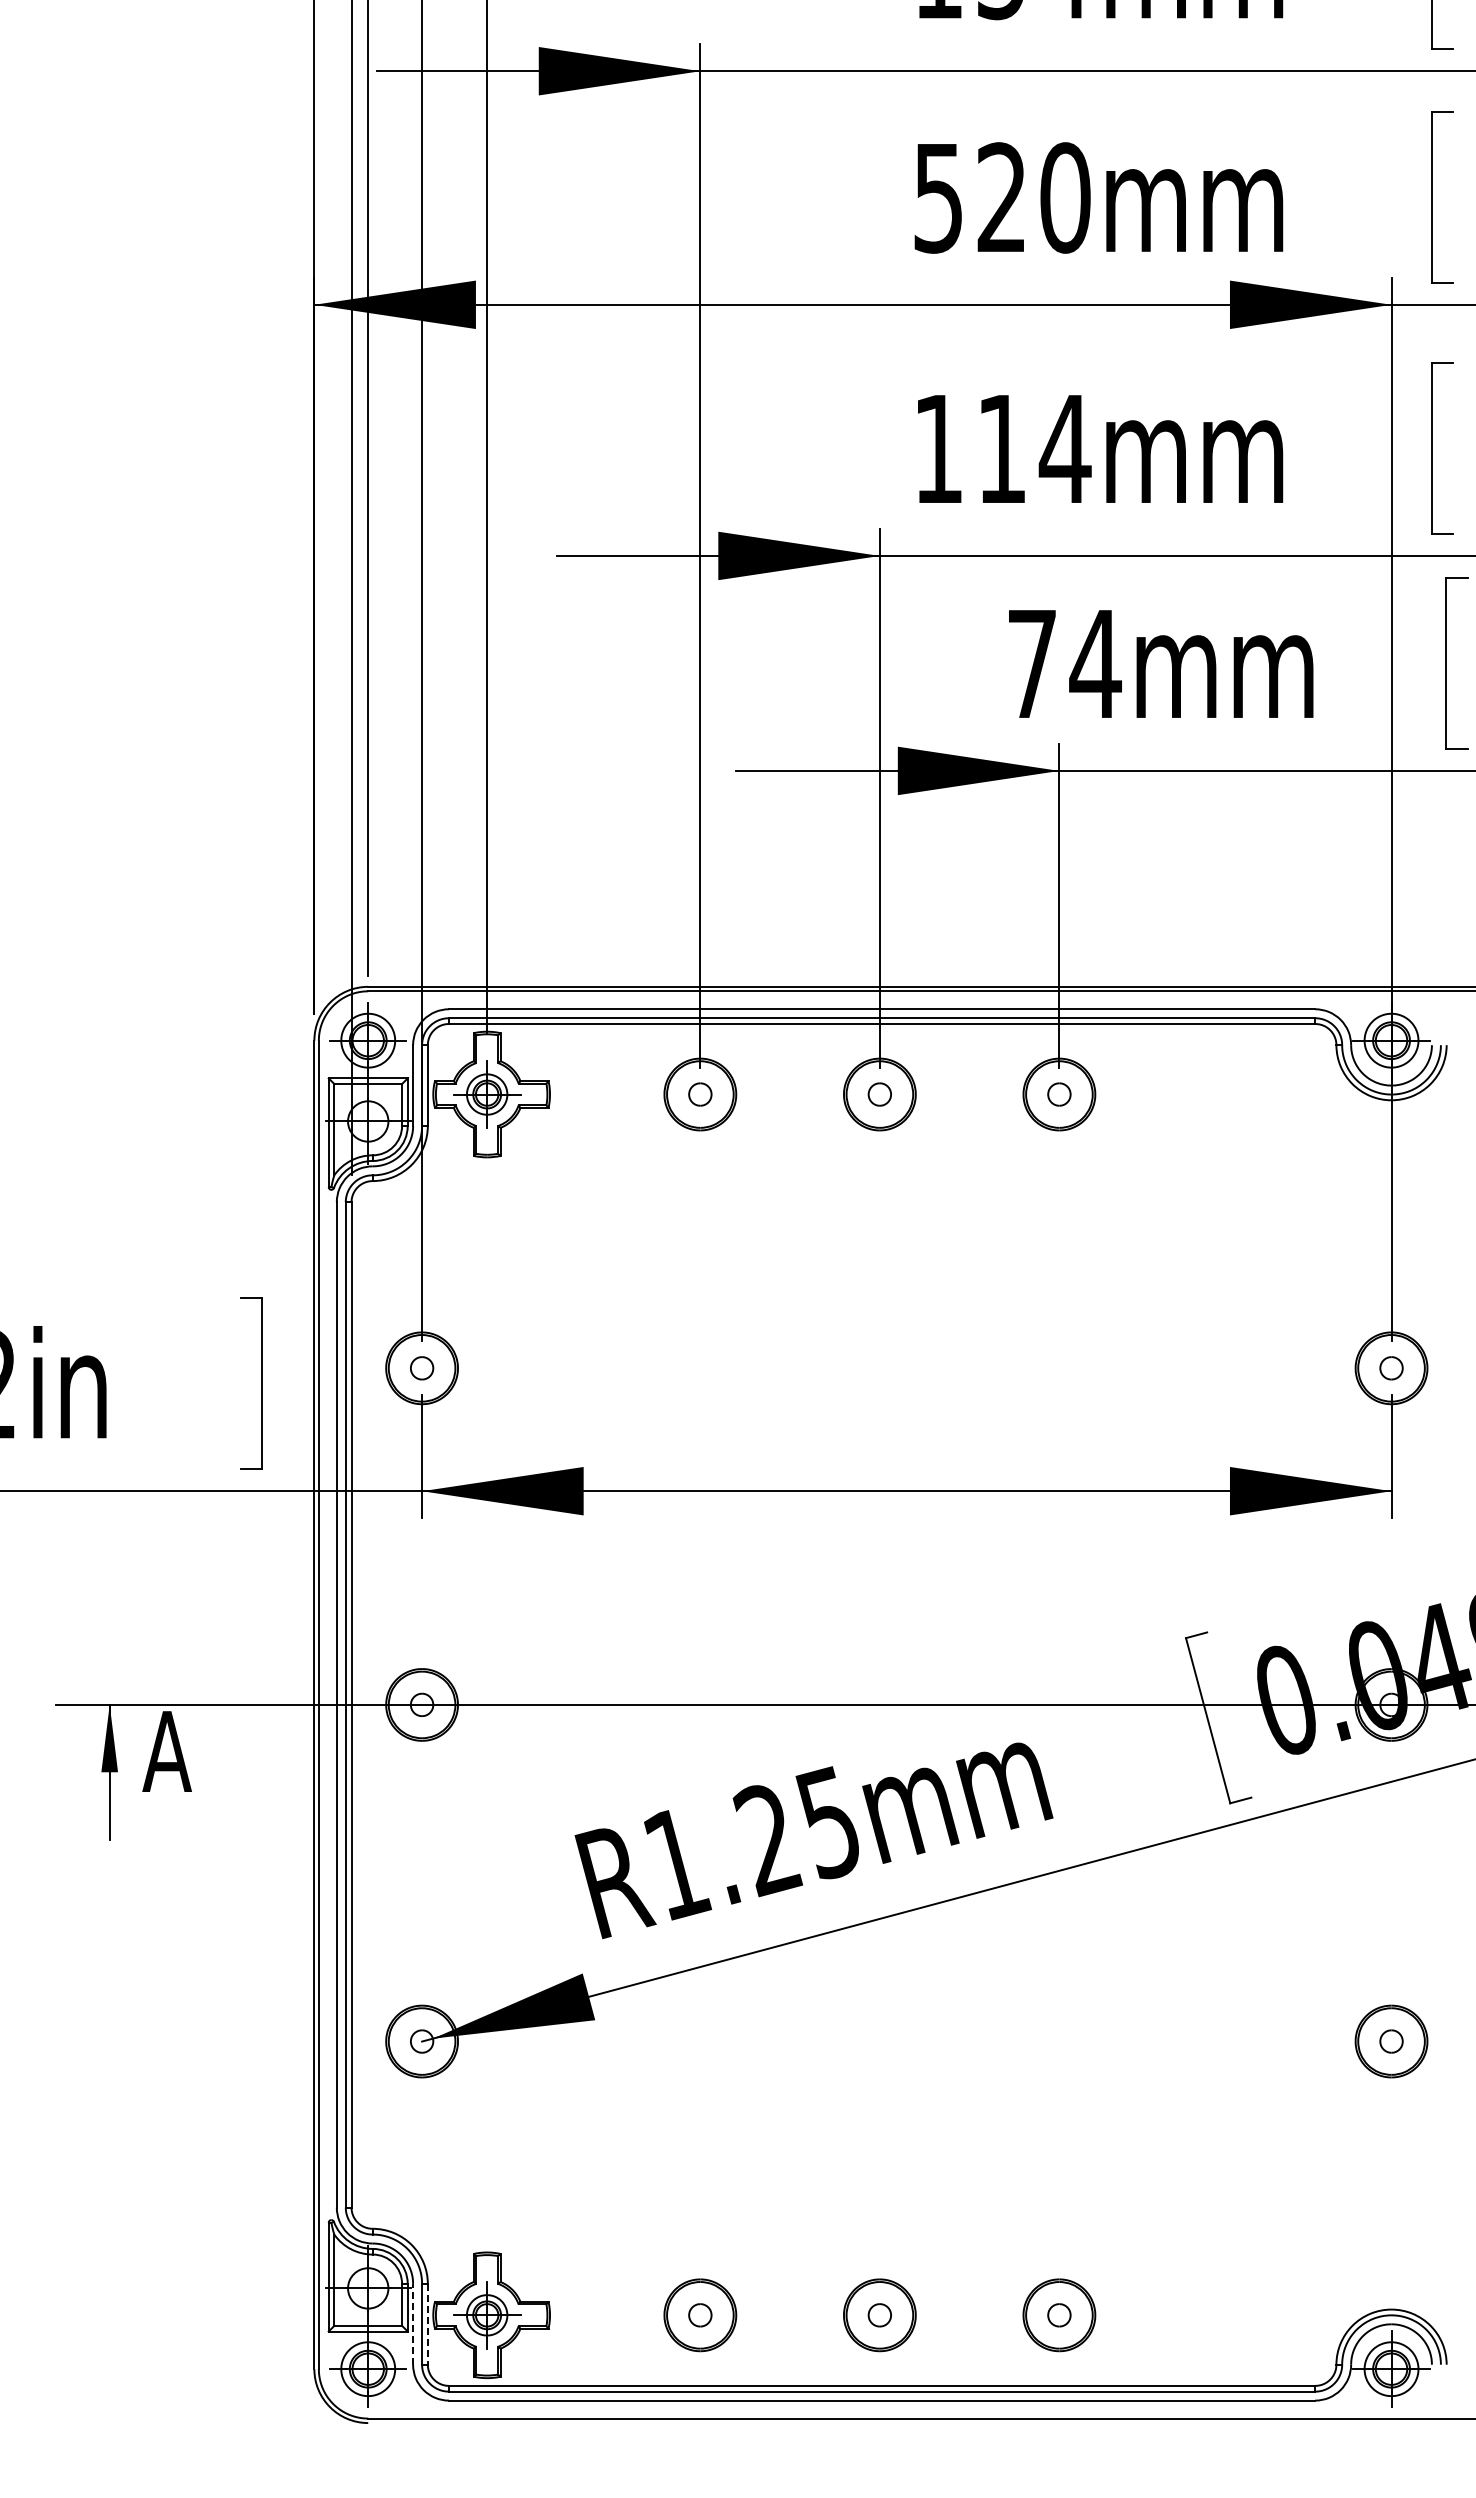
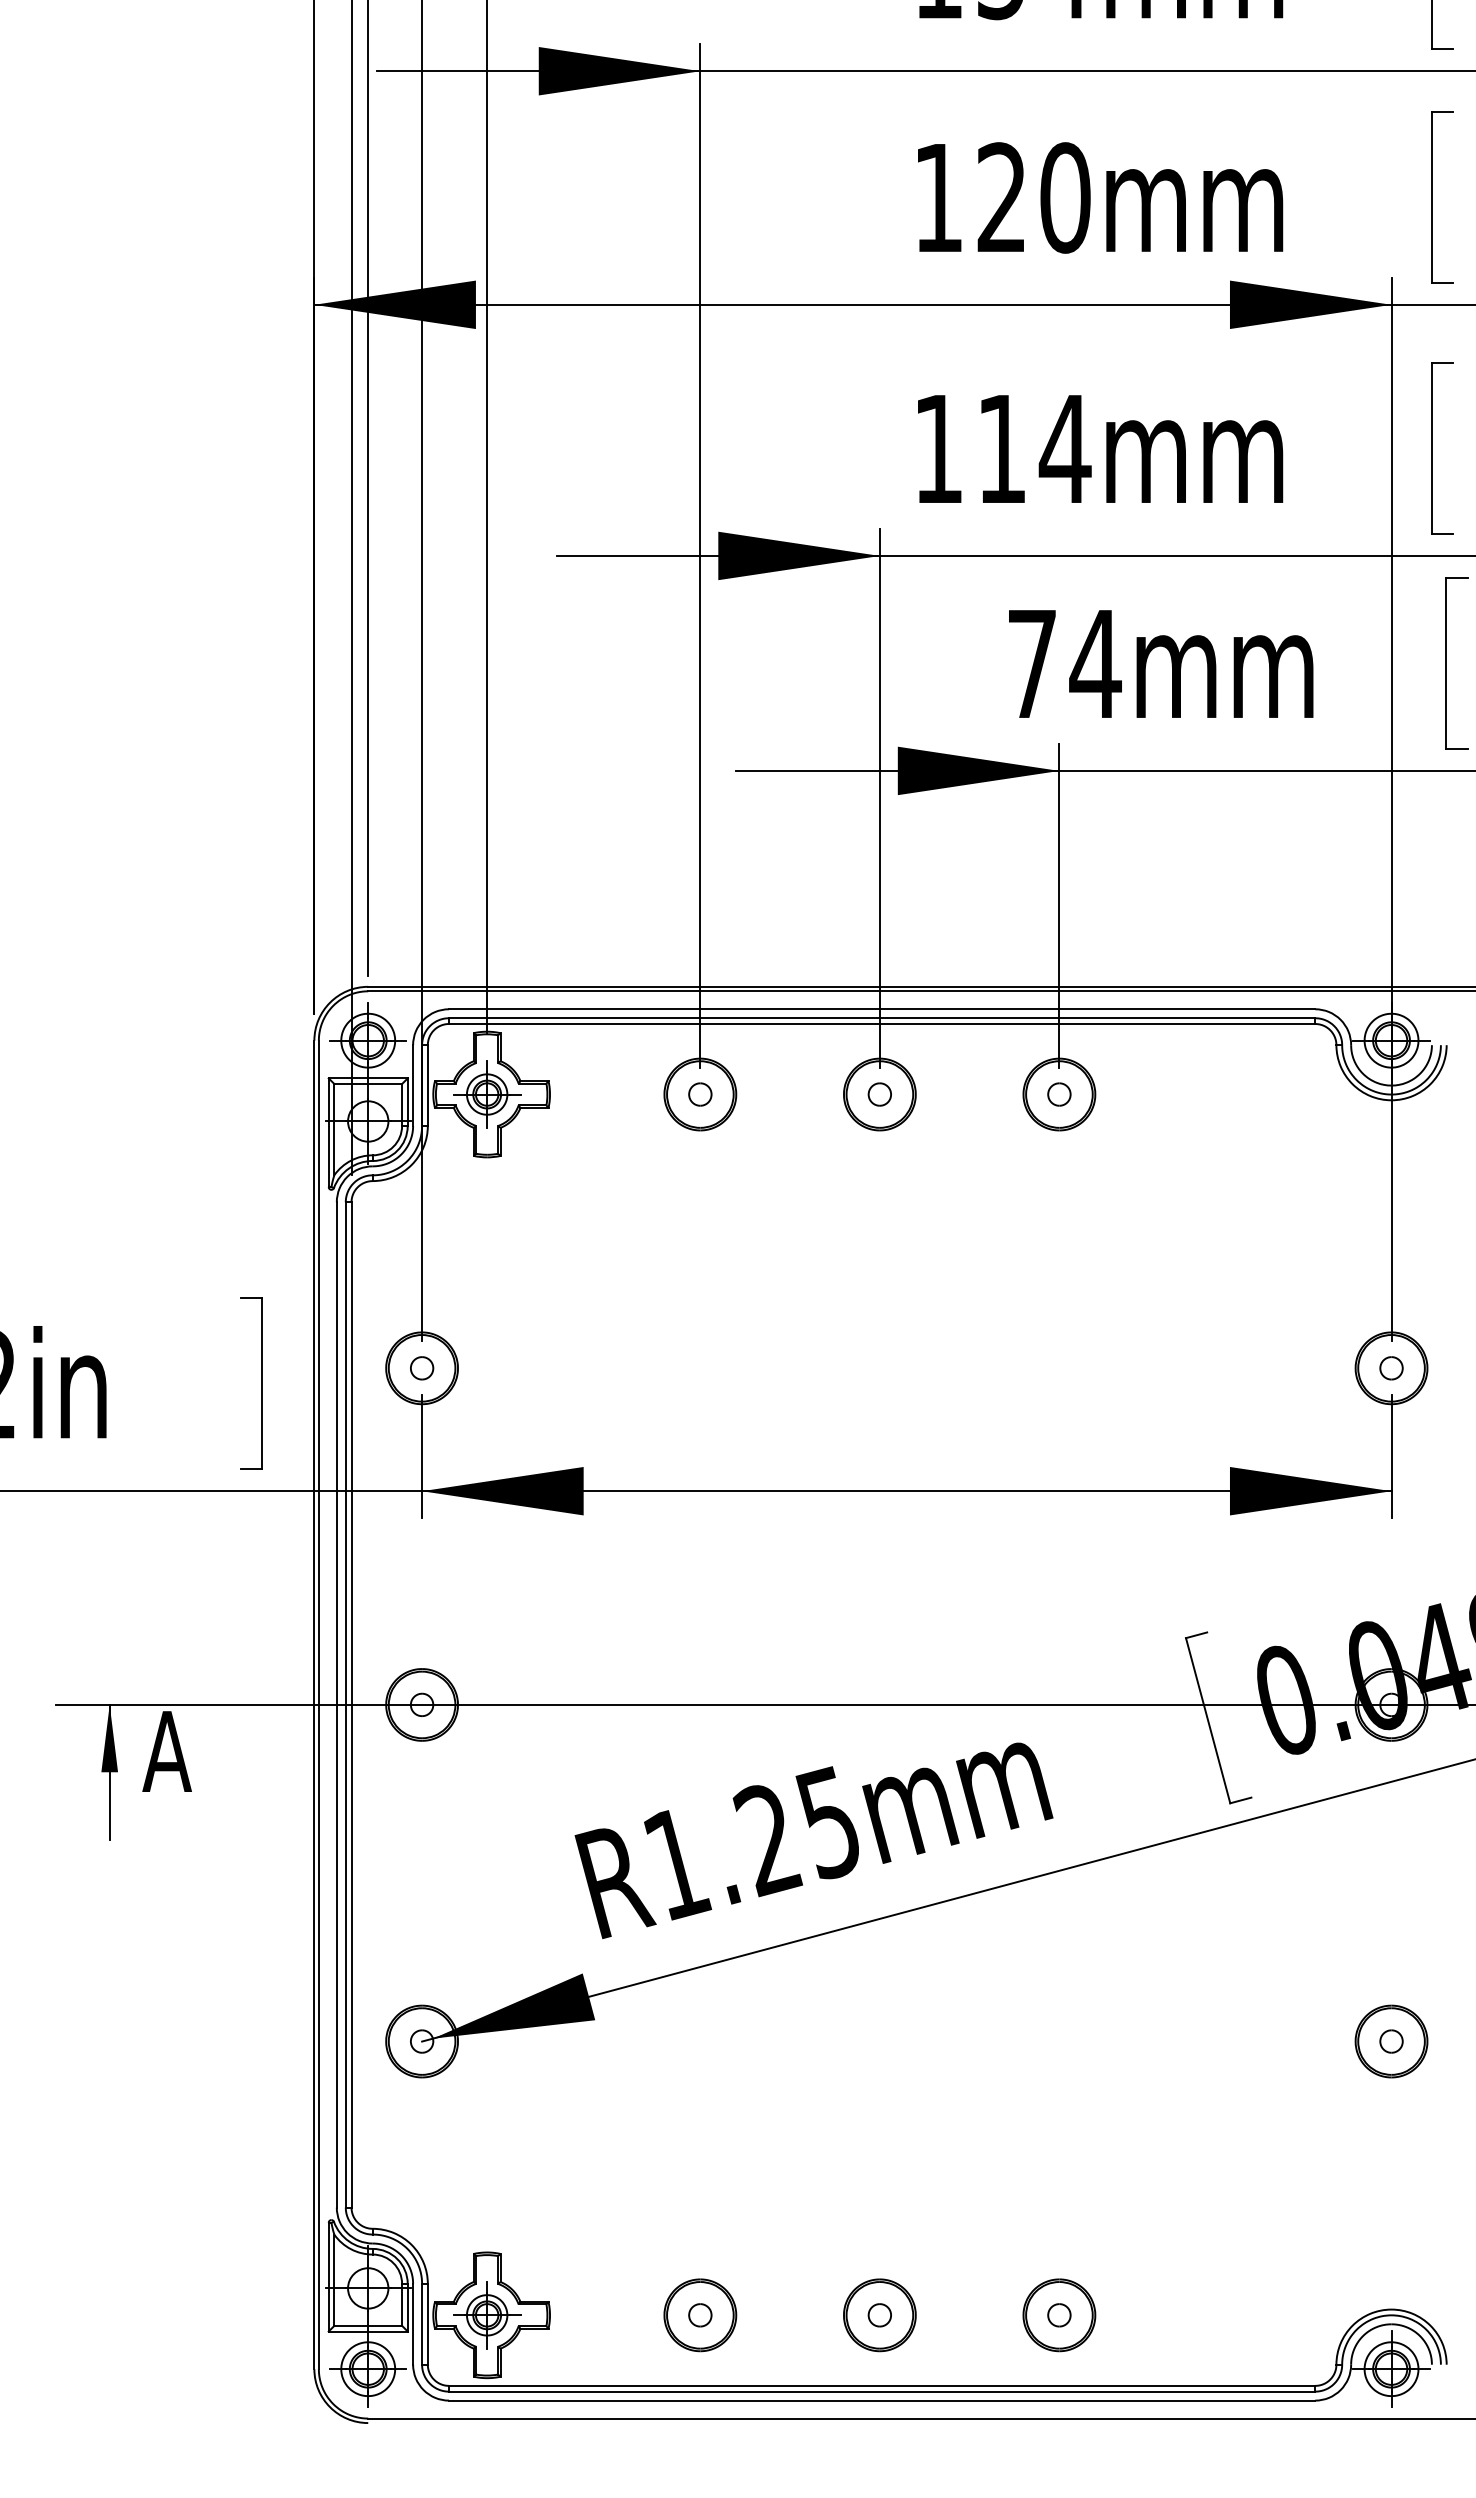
text at (937, 198): 520mm -> 120mm
line at (413, 2323): dashed -> solid
line at (427, 2324): dashed -> solid
